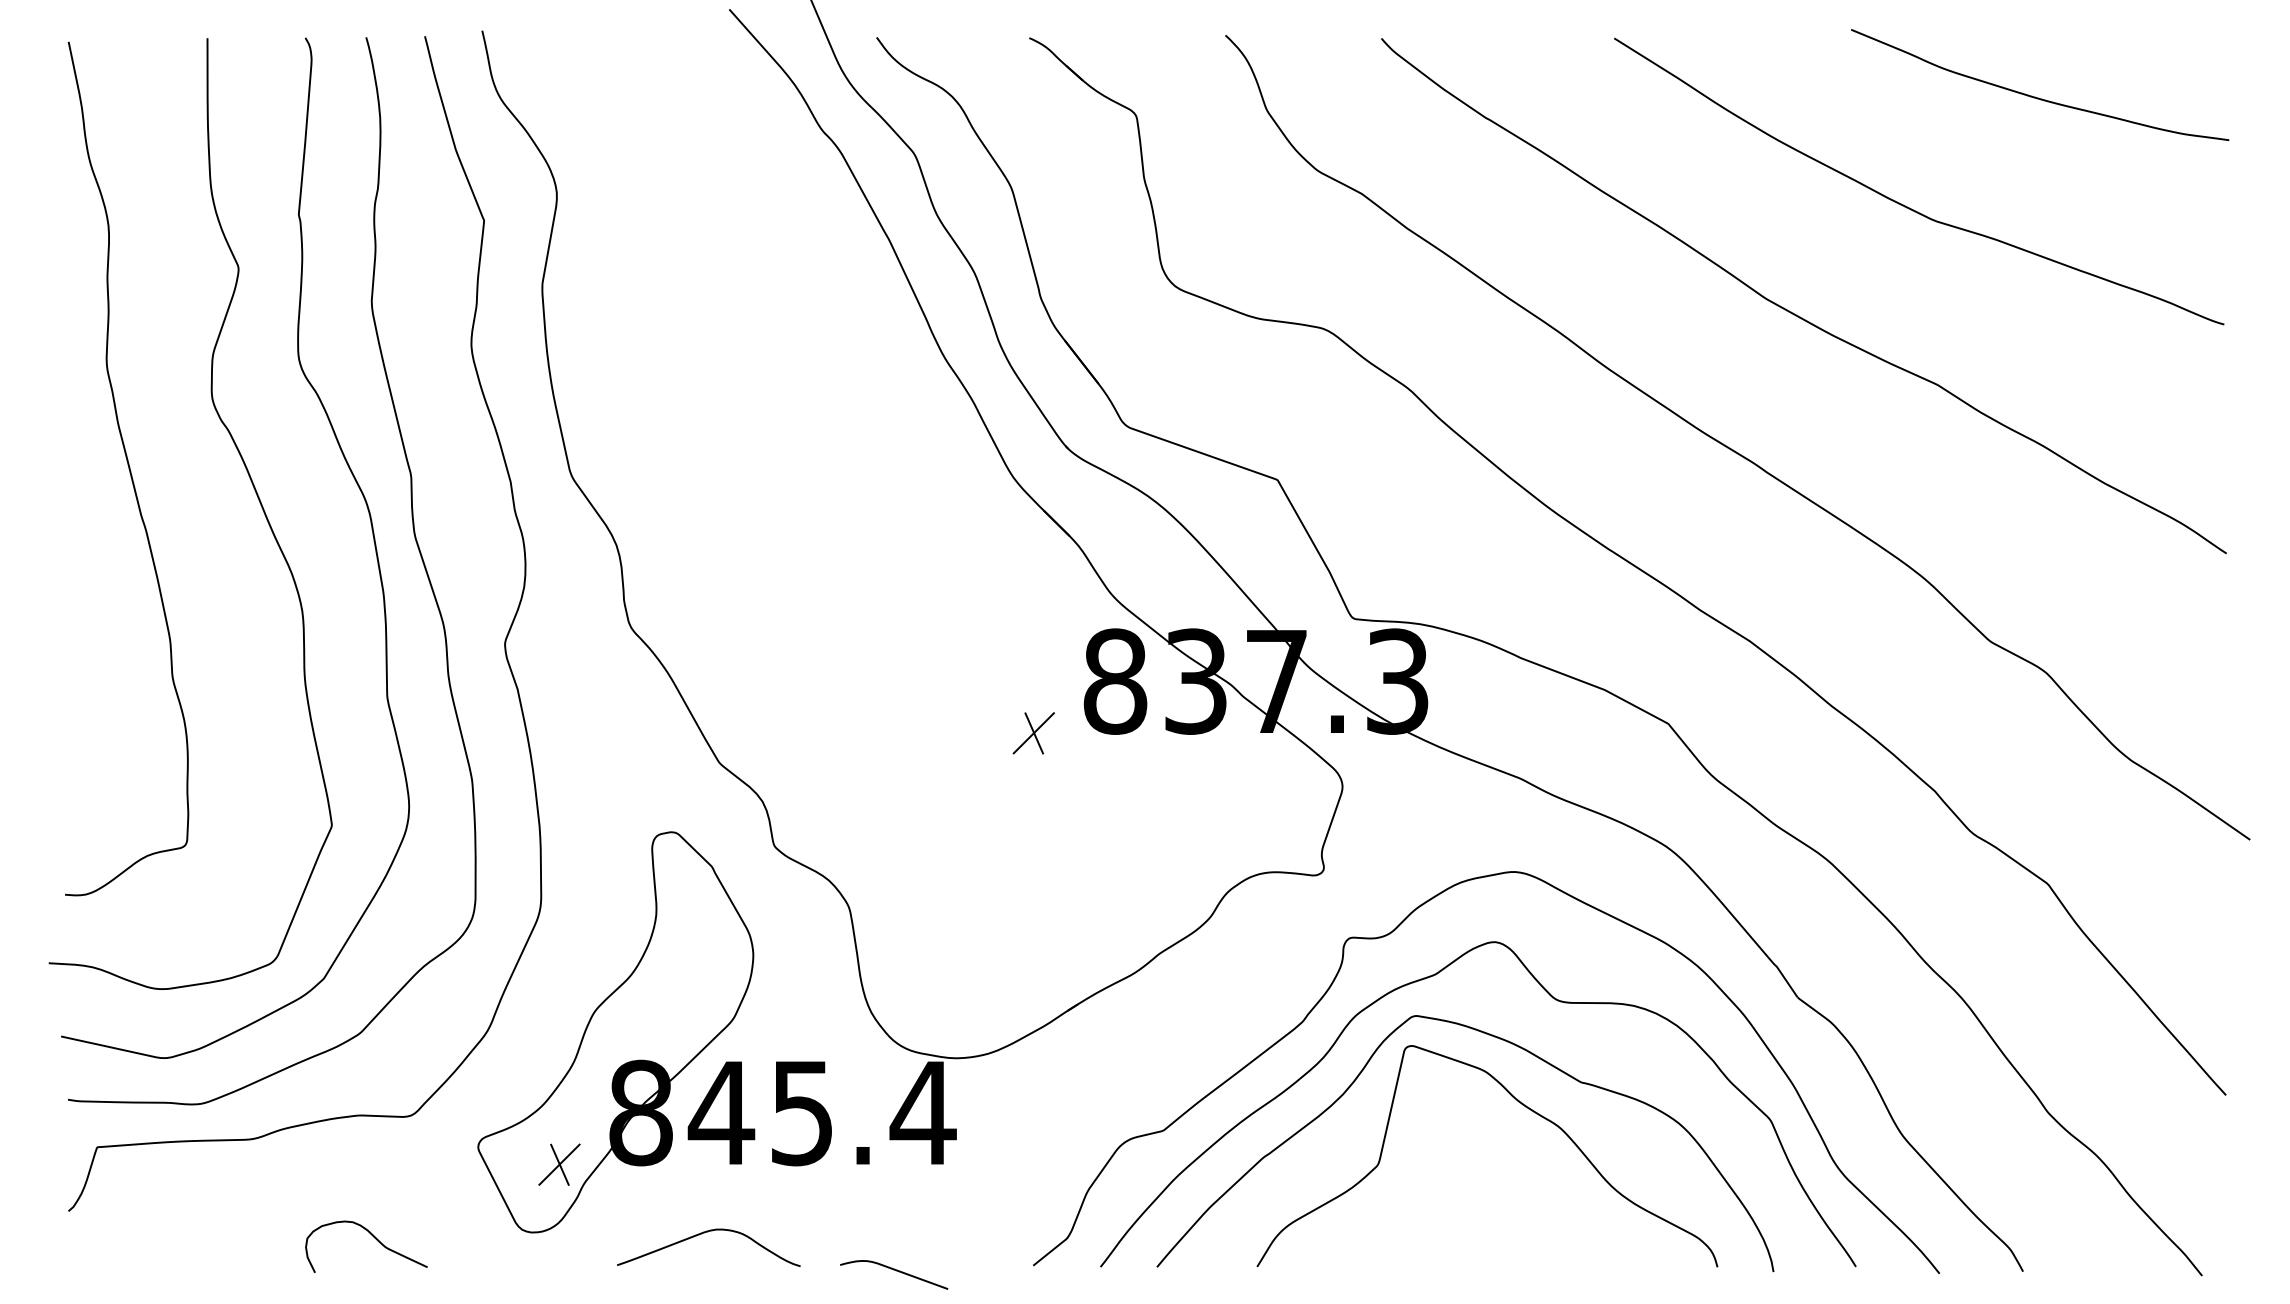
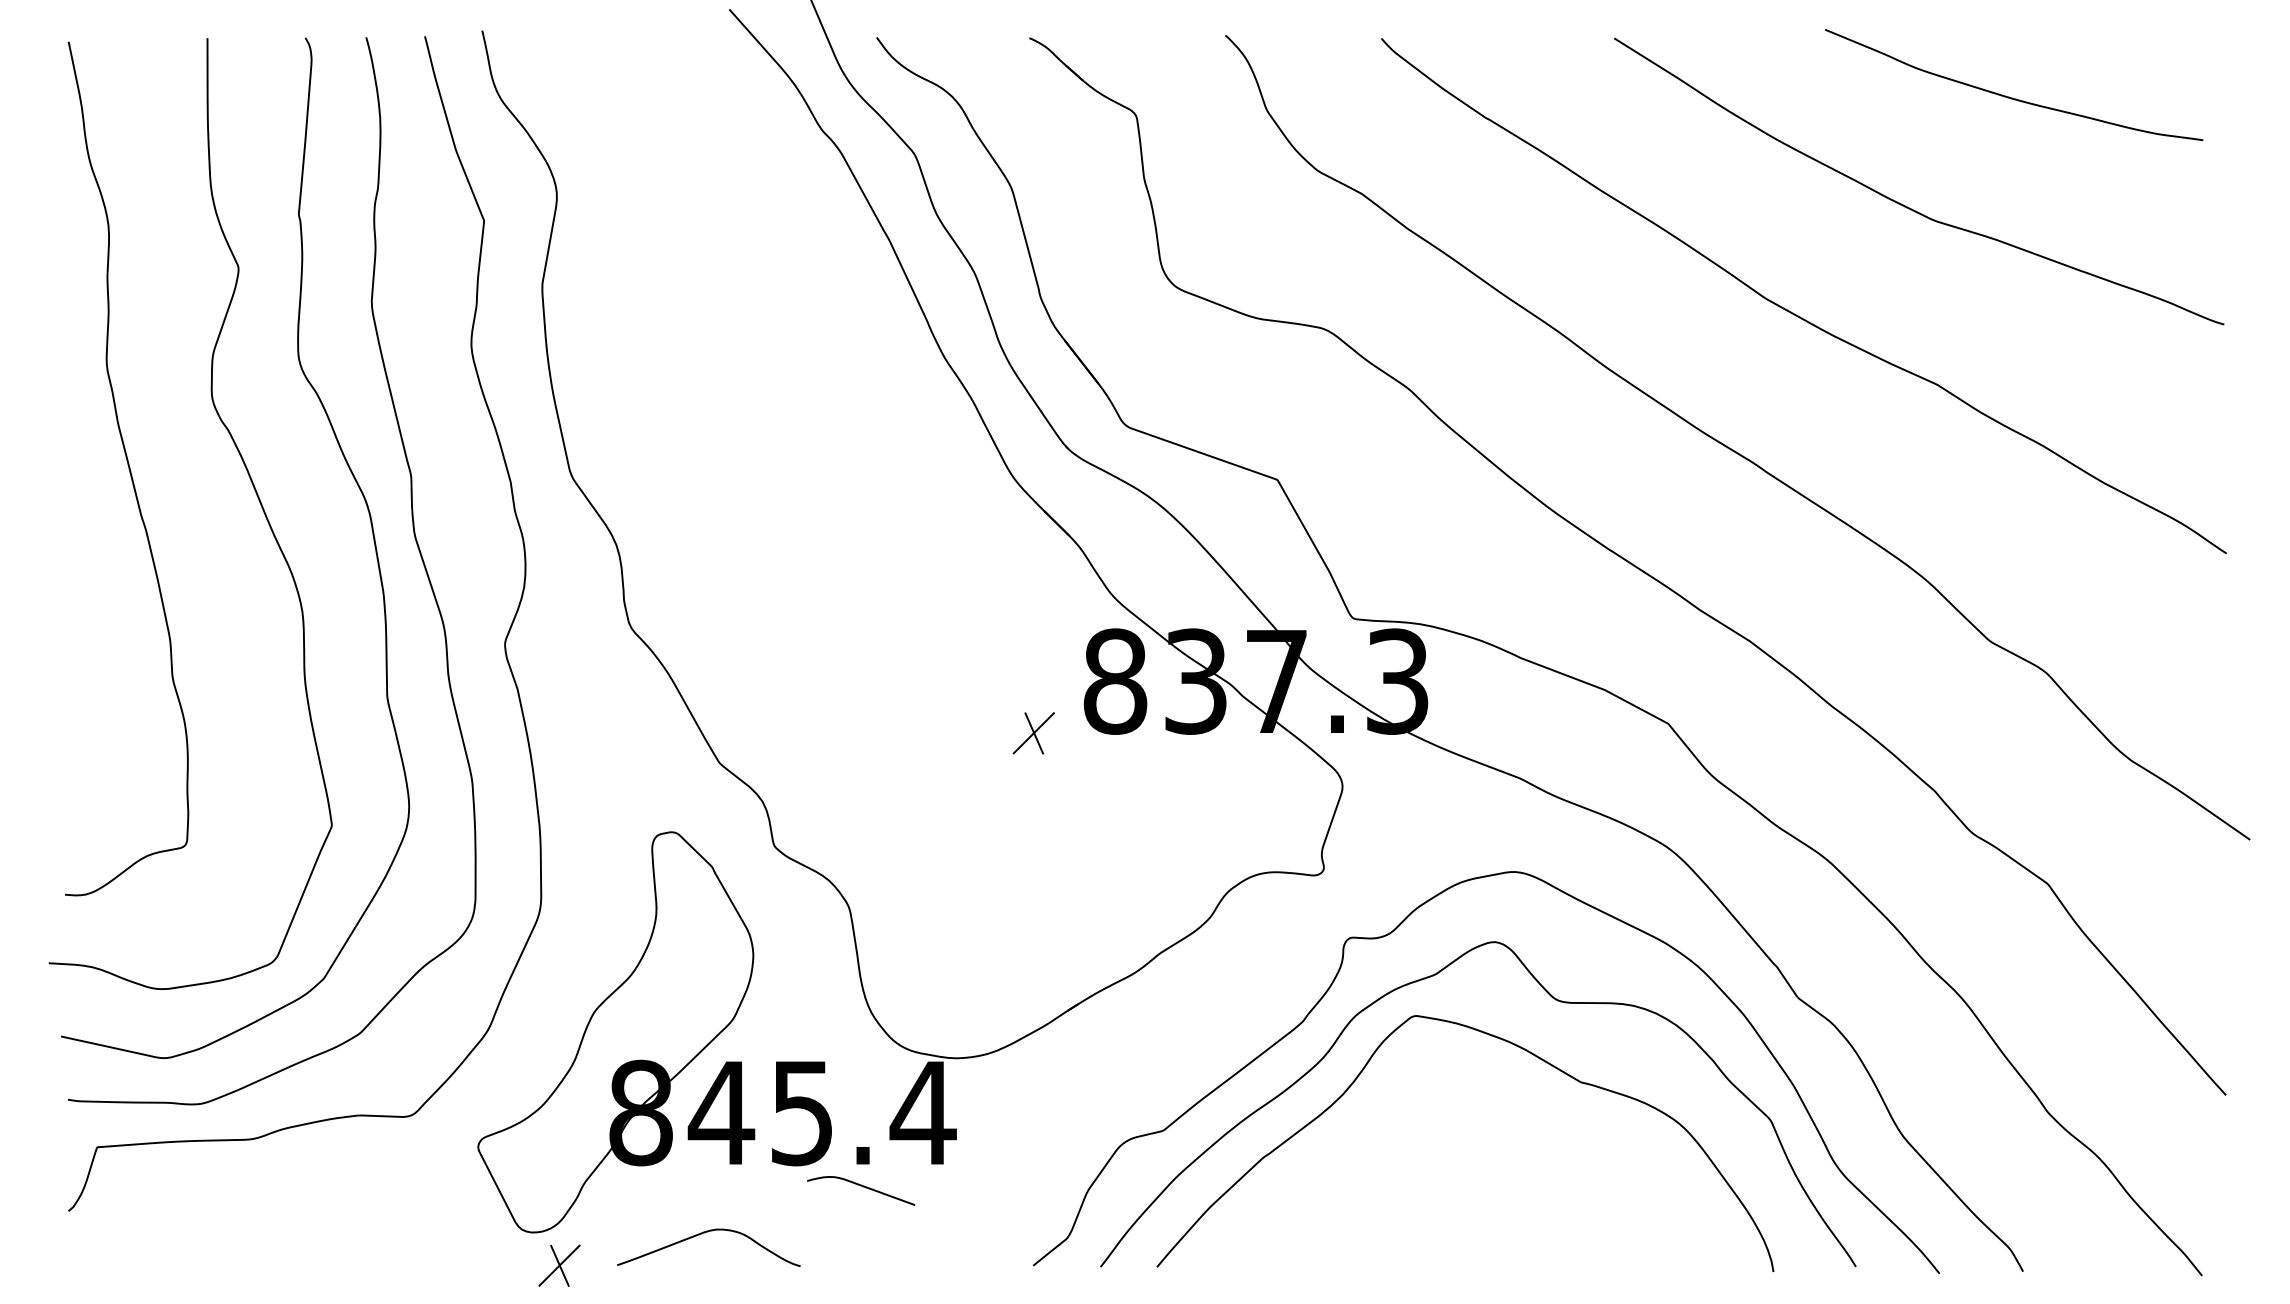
curve at (2035, 96) position: (2035, 96) -> (2009, 96)
curve at (1522, 1105): present -> none
part at (559, 1164) position: (559, 1164) -> (559, 1265)
curve at (374, 1238): present -> none
curve at (896, 1271) position: (896, 1271) -> (863, 1187)
